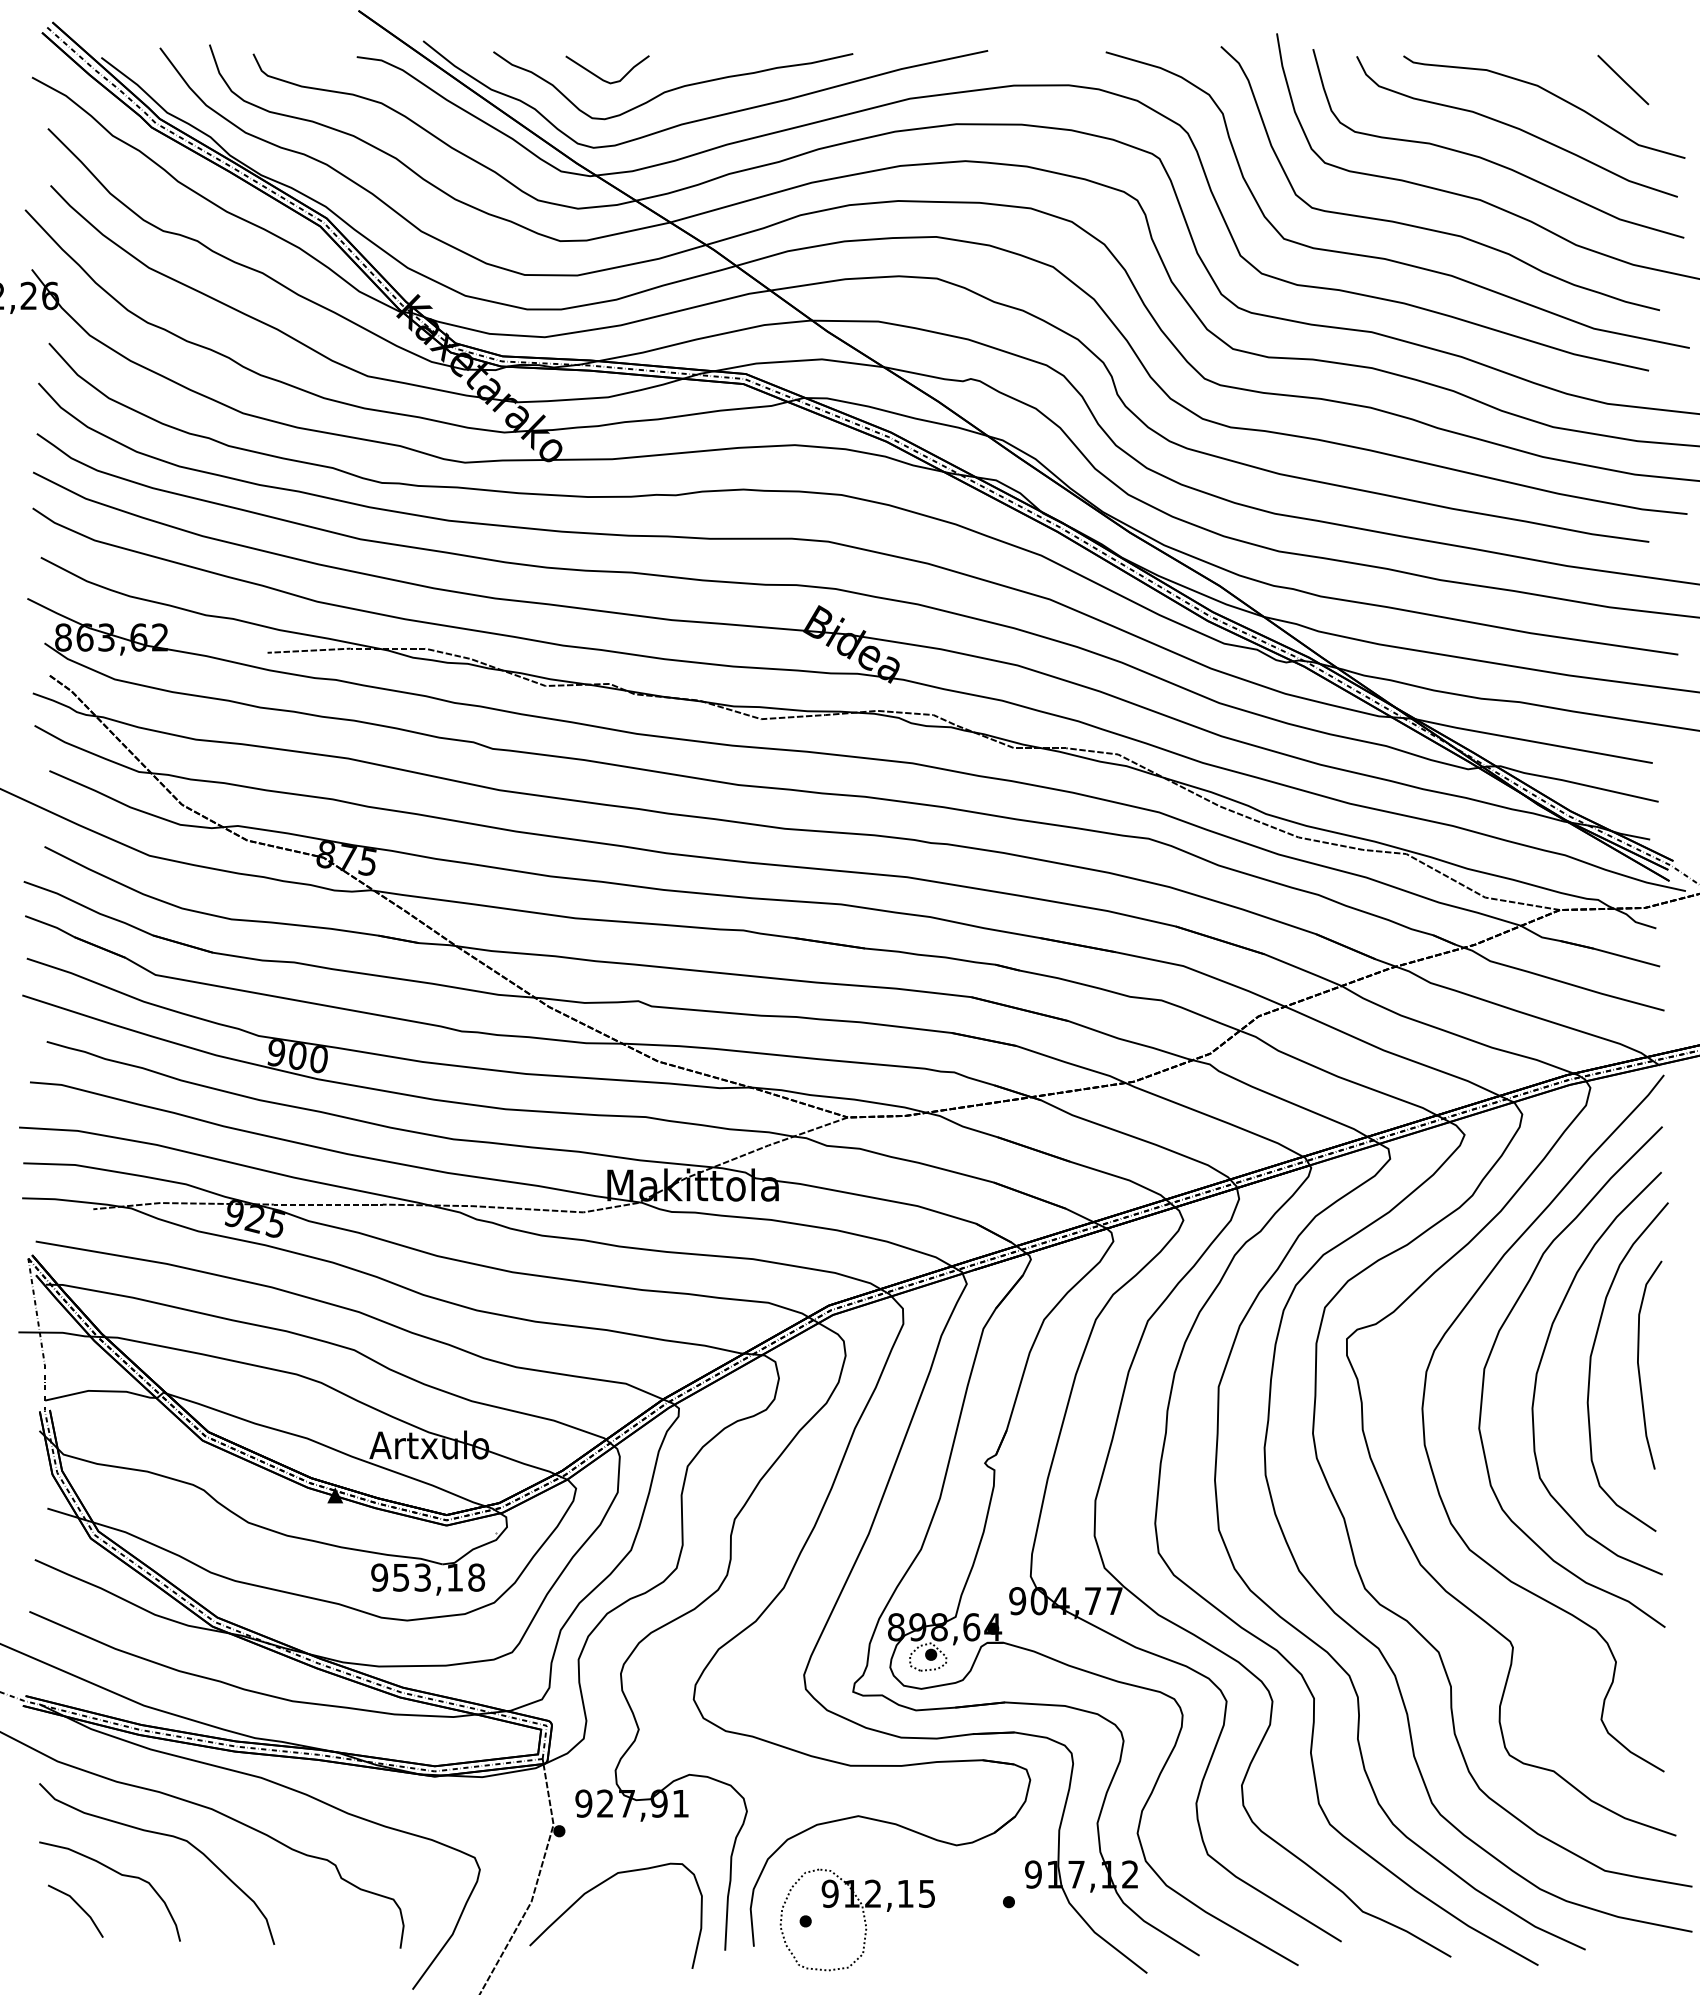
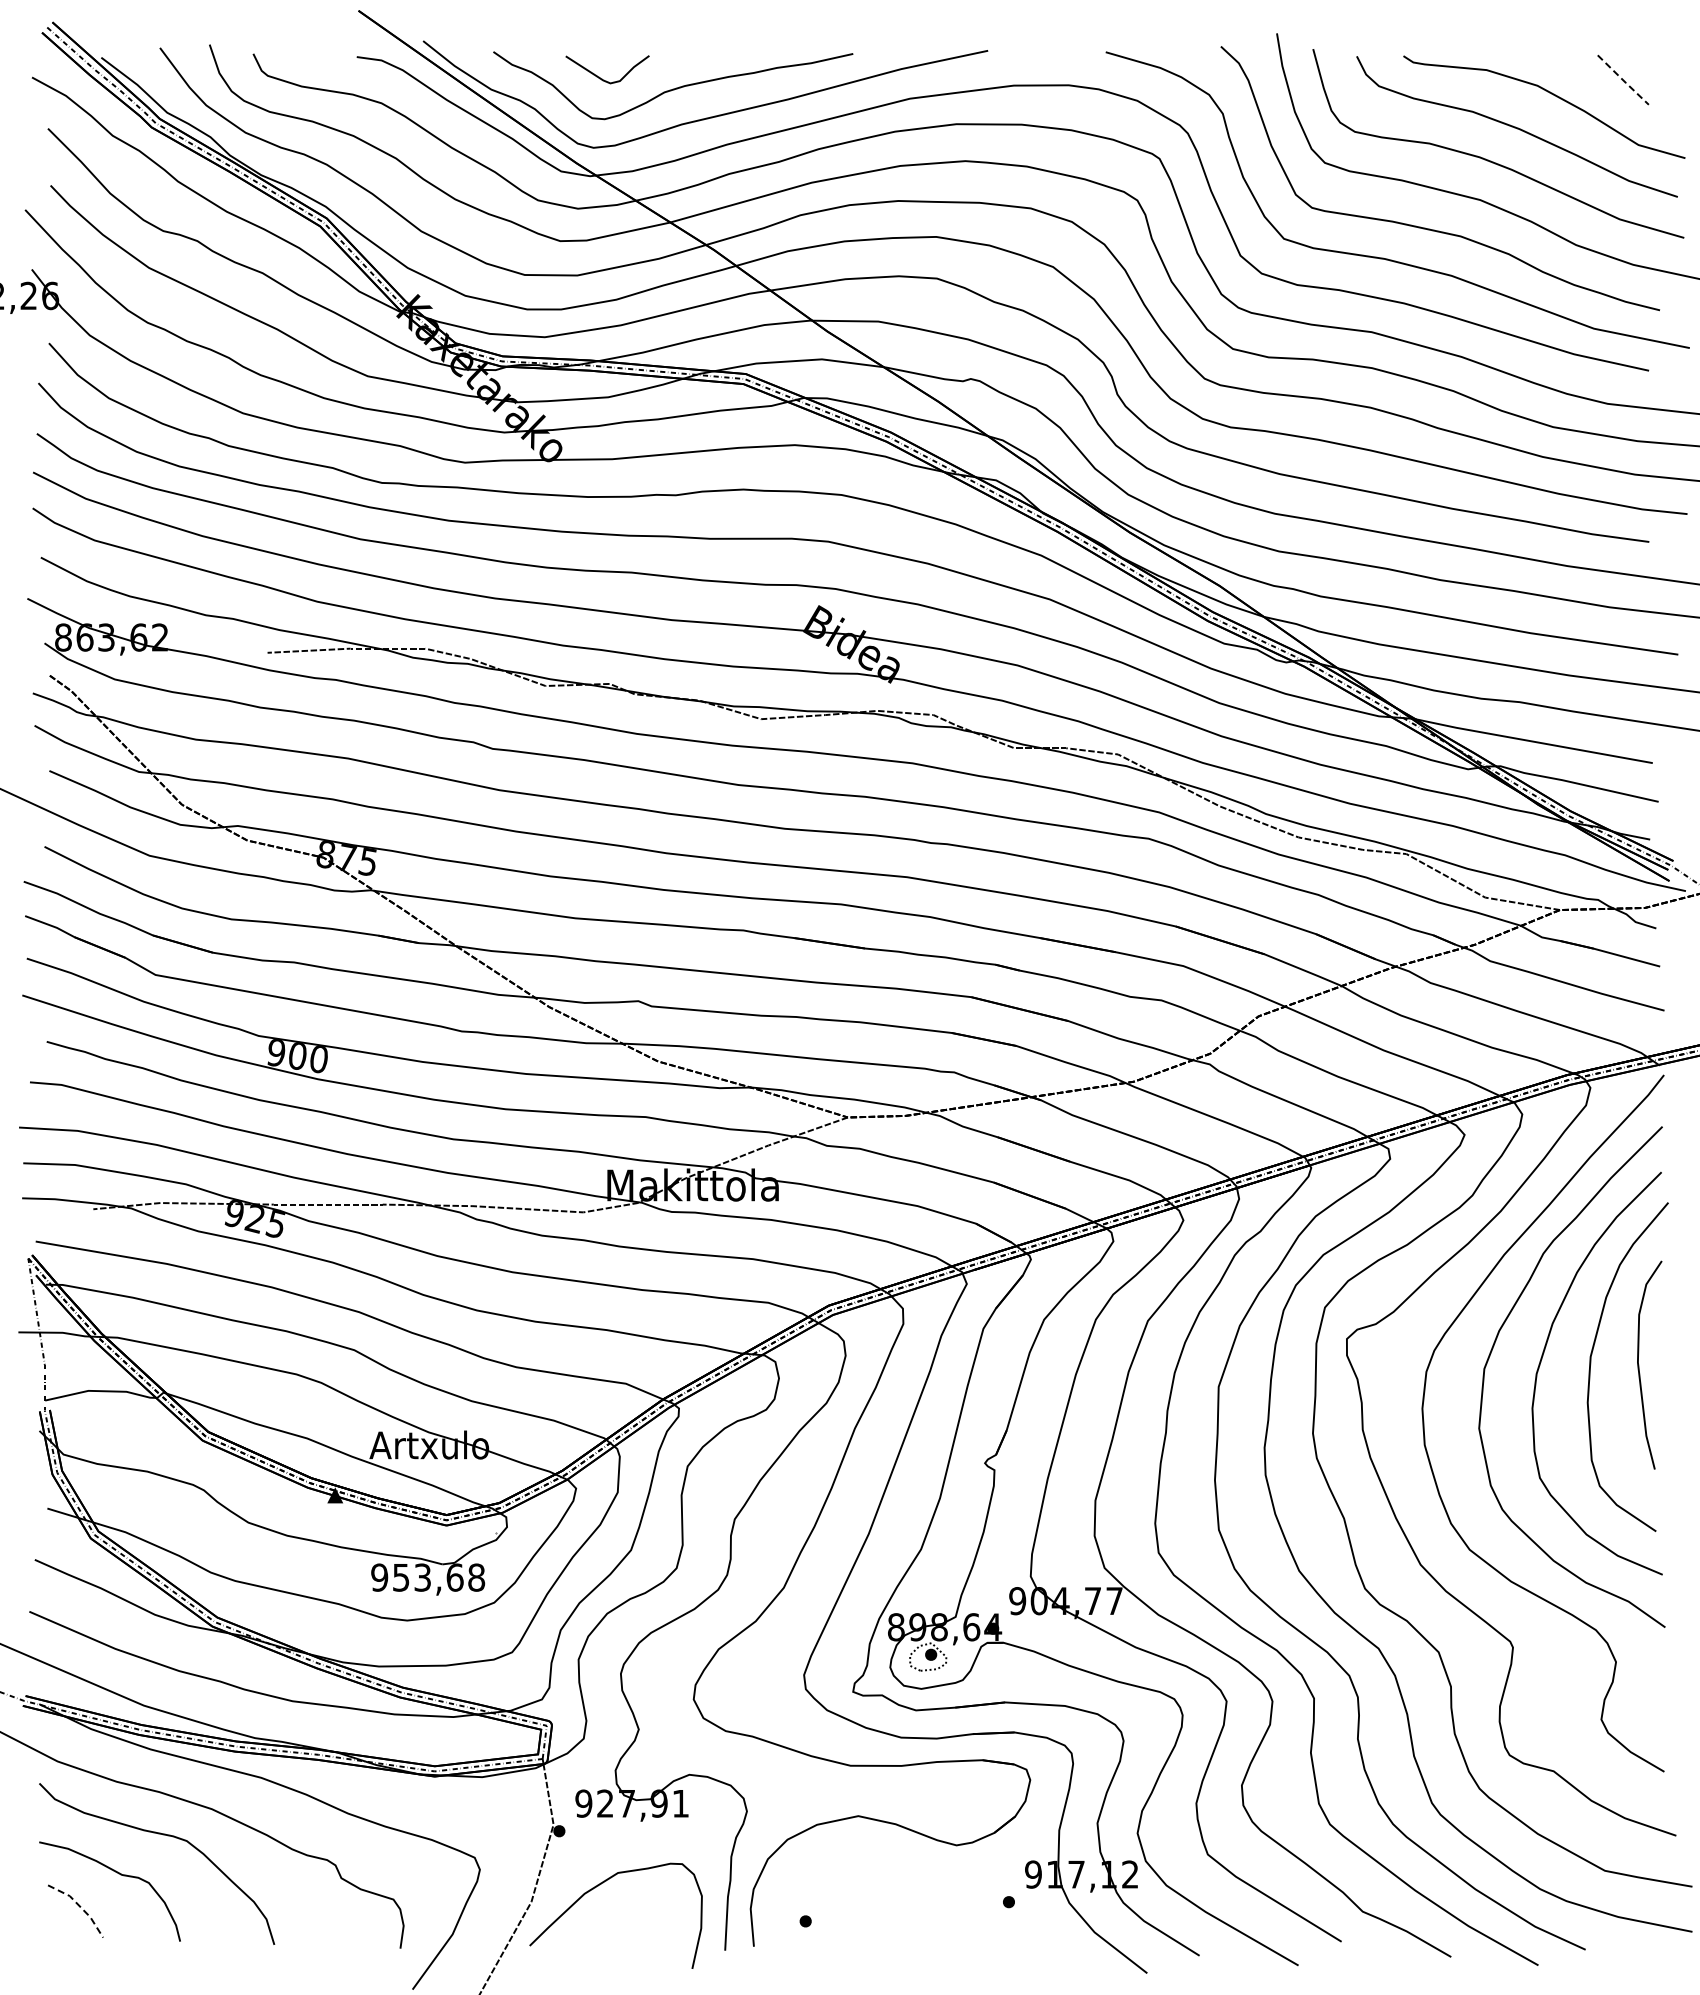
line at (1623, 80): solid -> dashed
text at (454, 1577): 953,18 -> 953,68
line at (80, 1906): solid -> dashed
part at (863, 1917): present -> none
